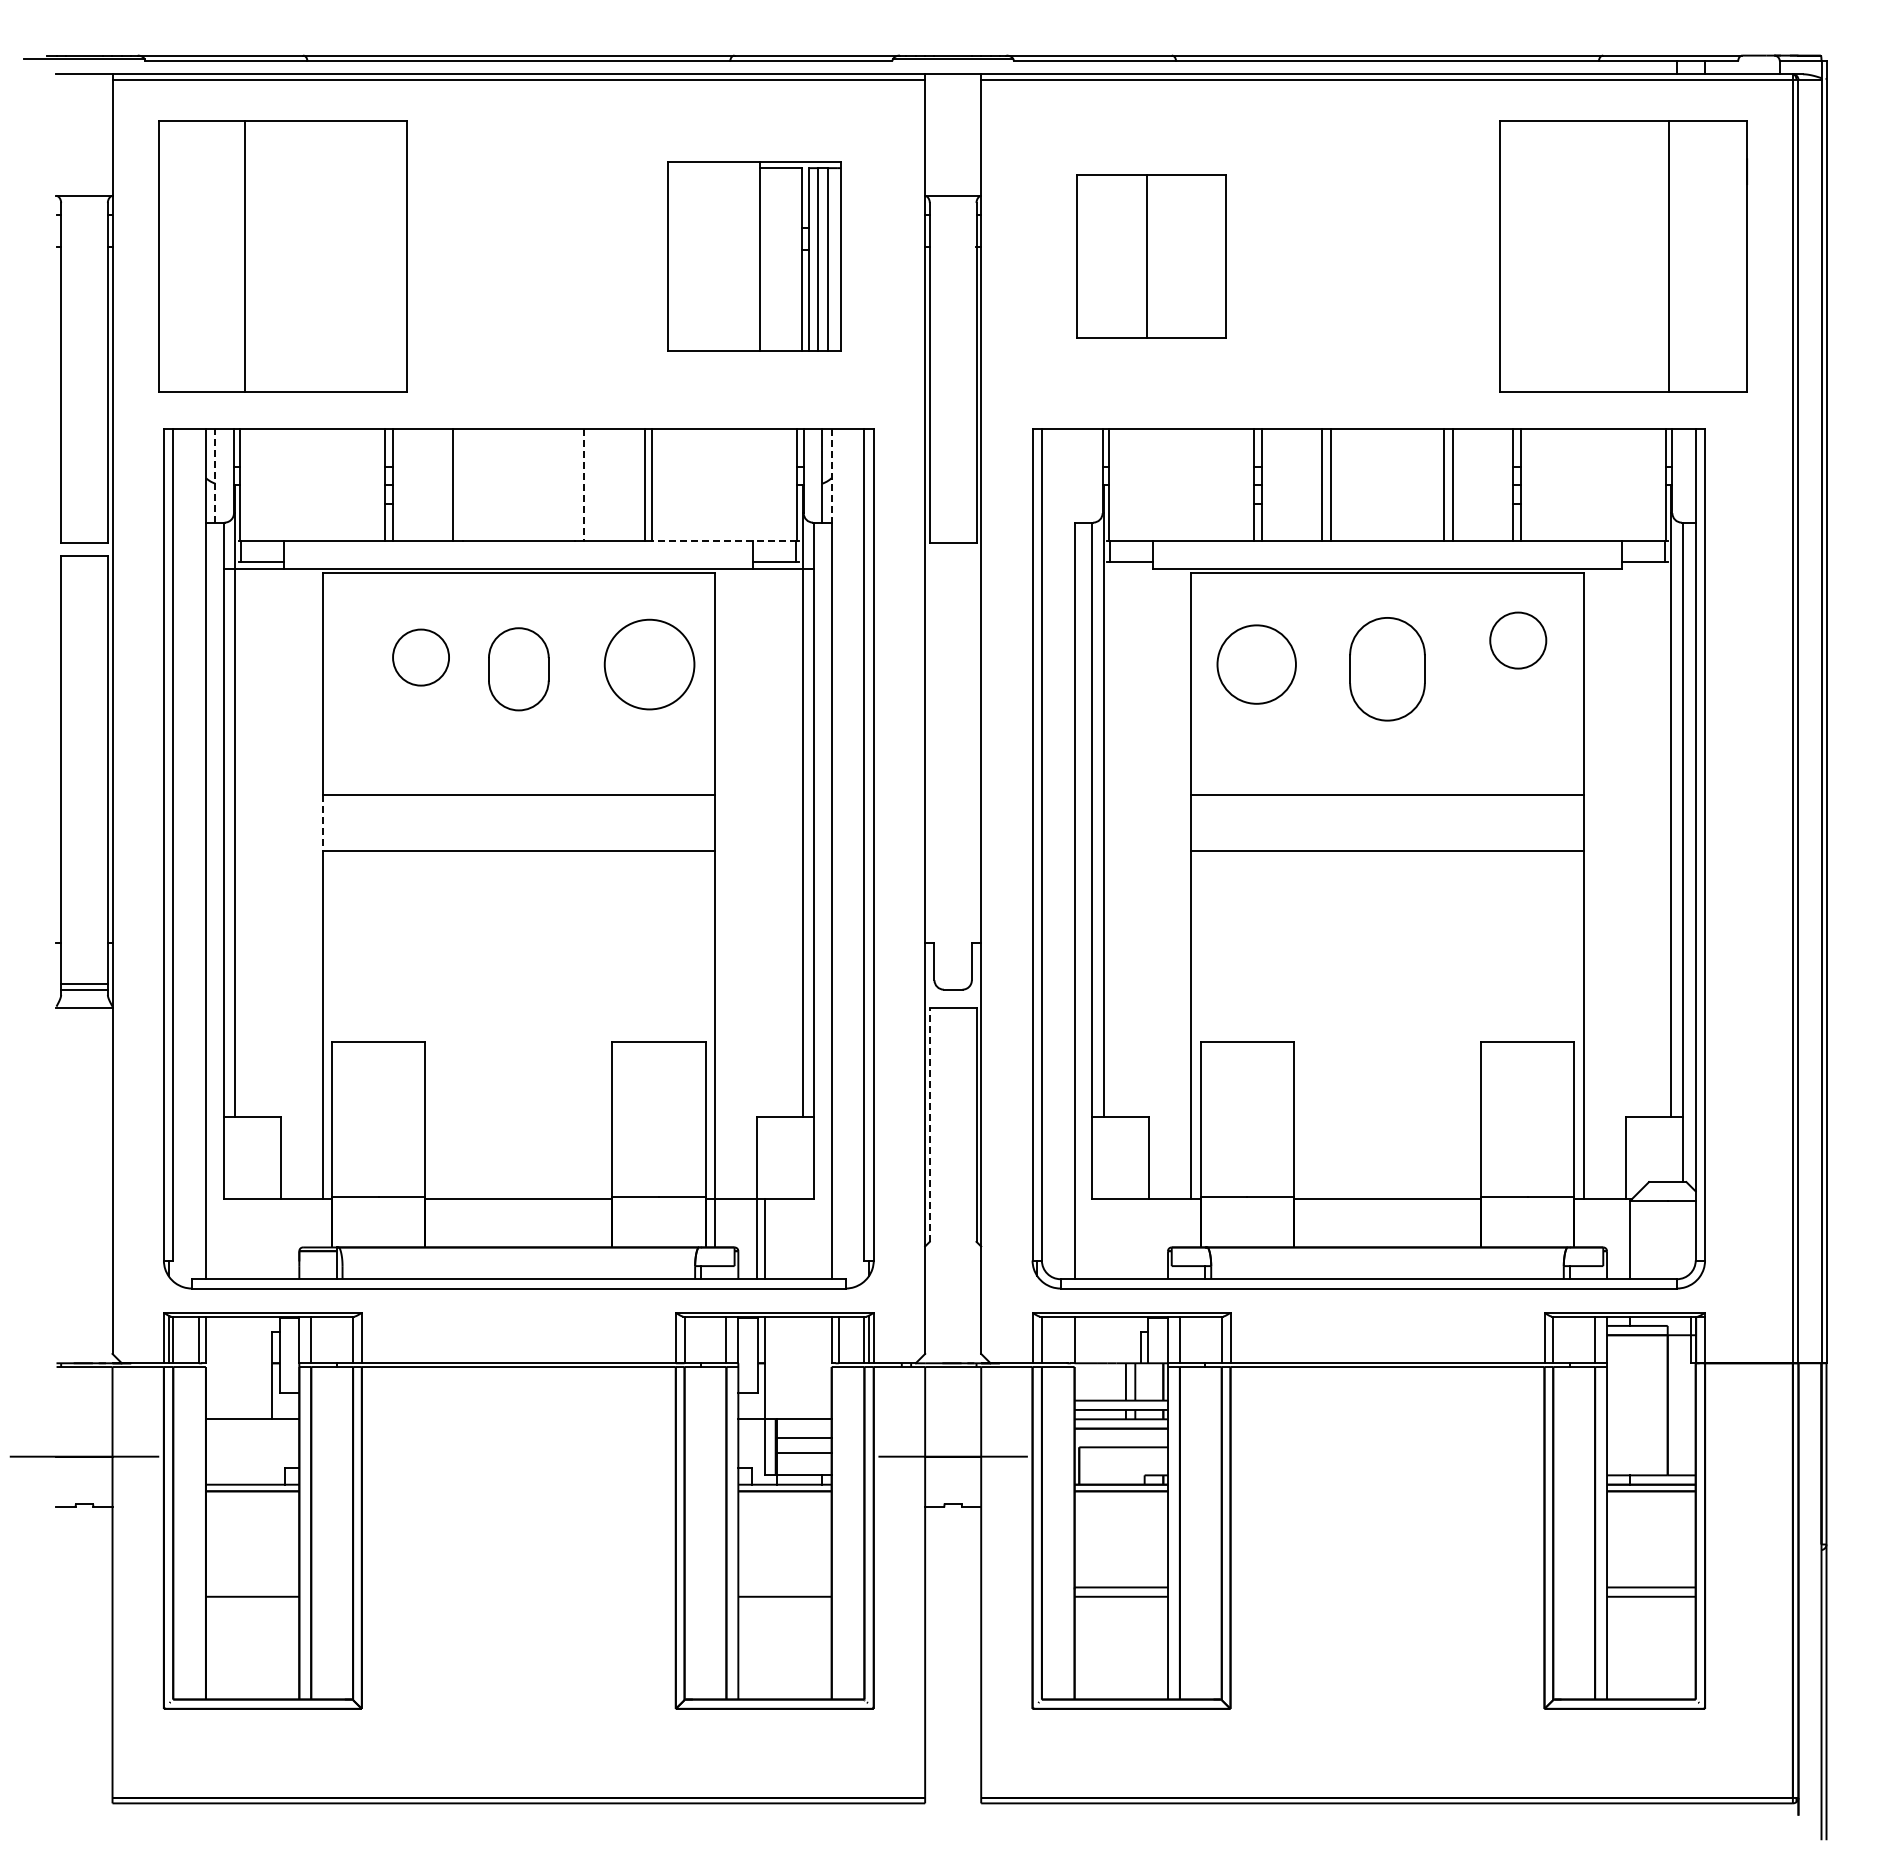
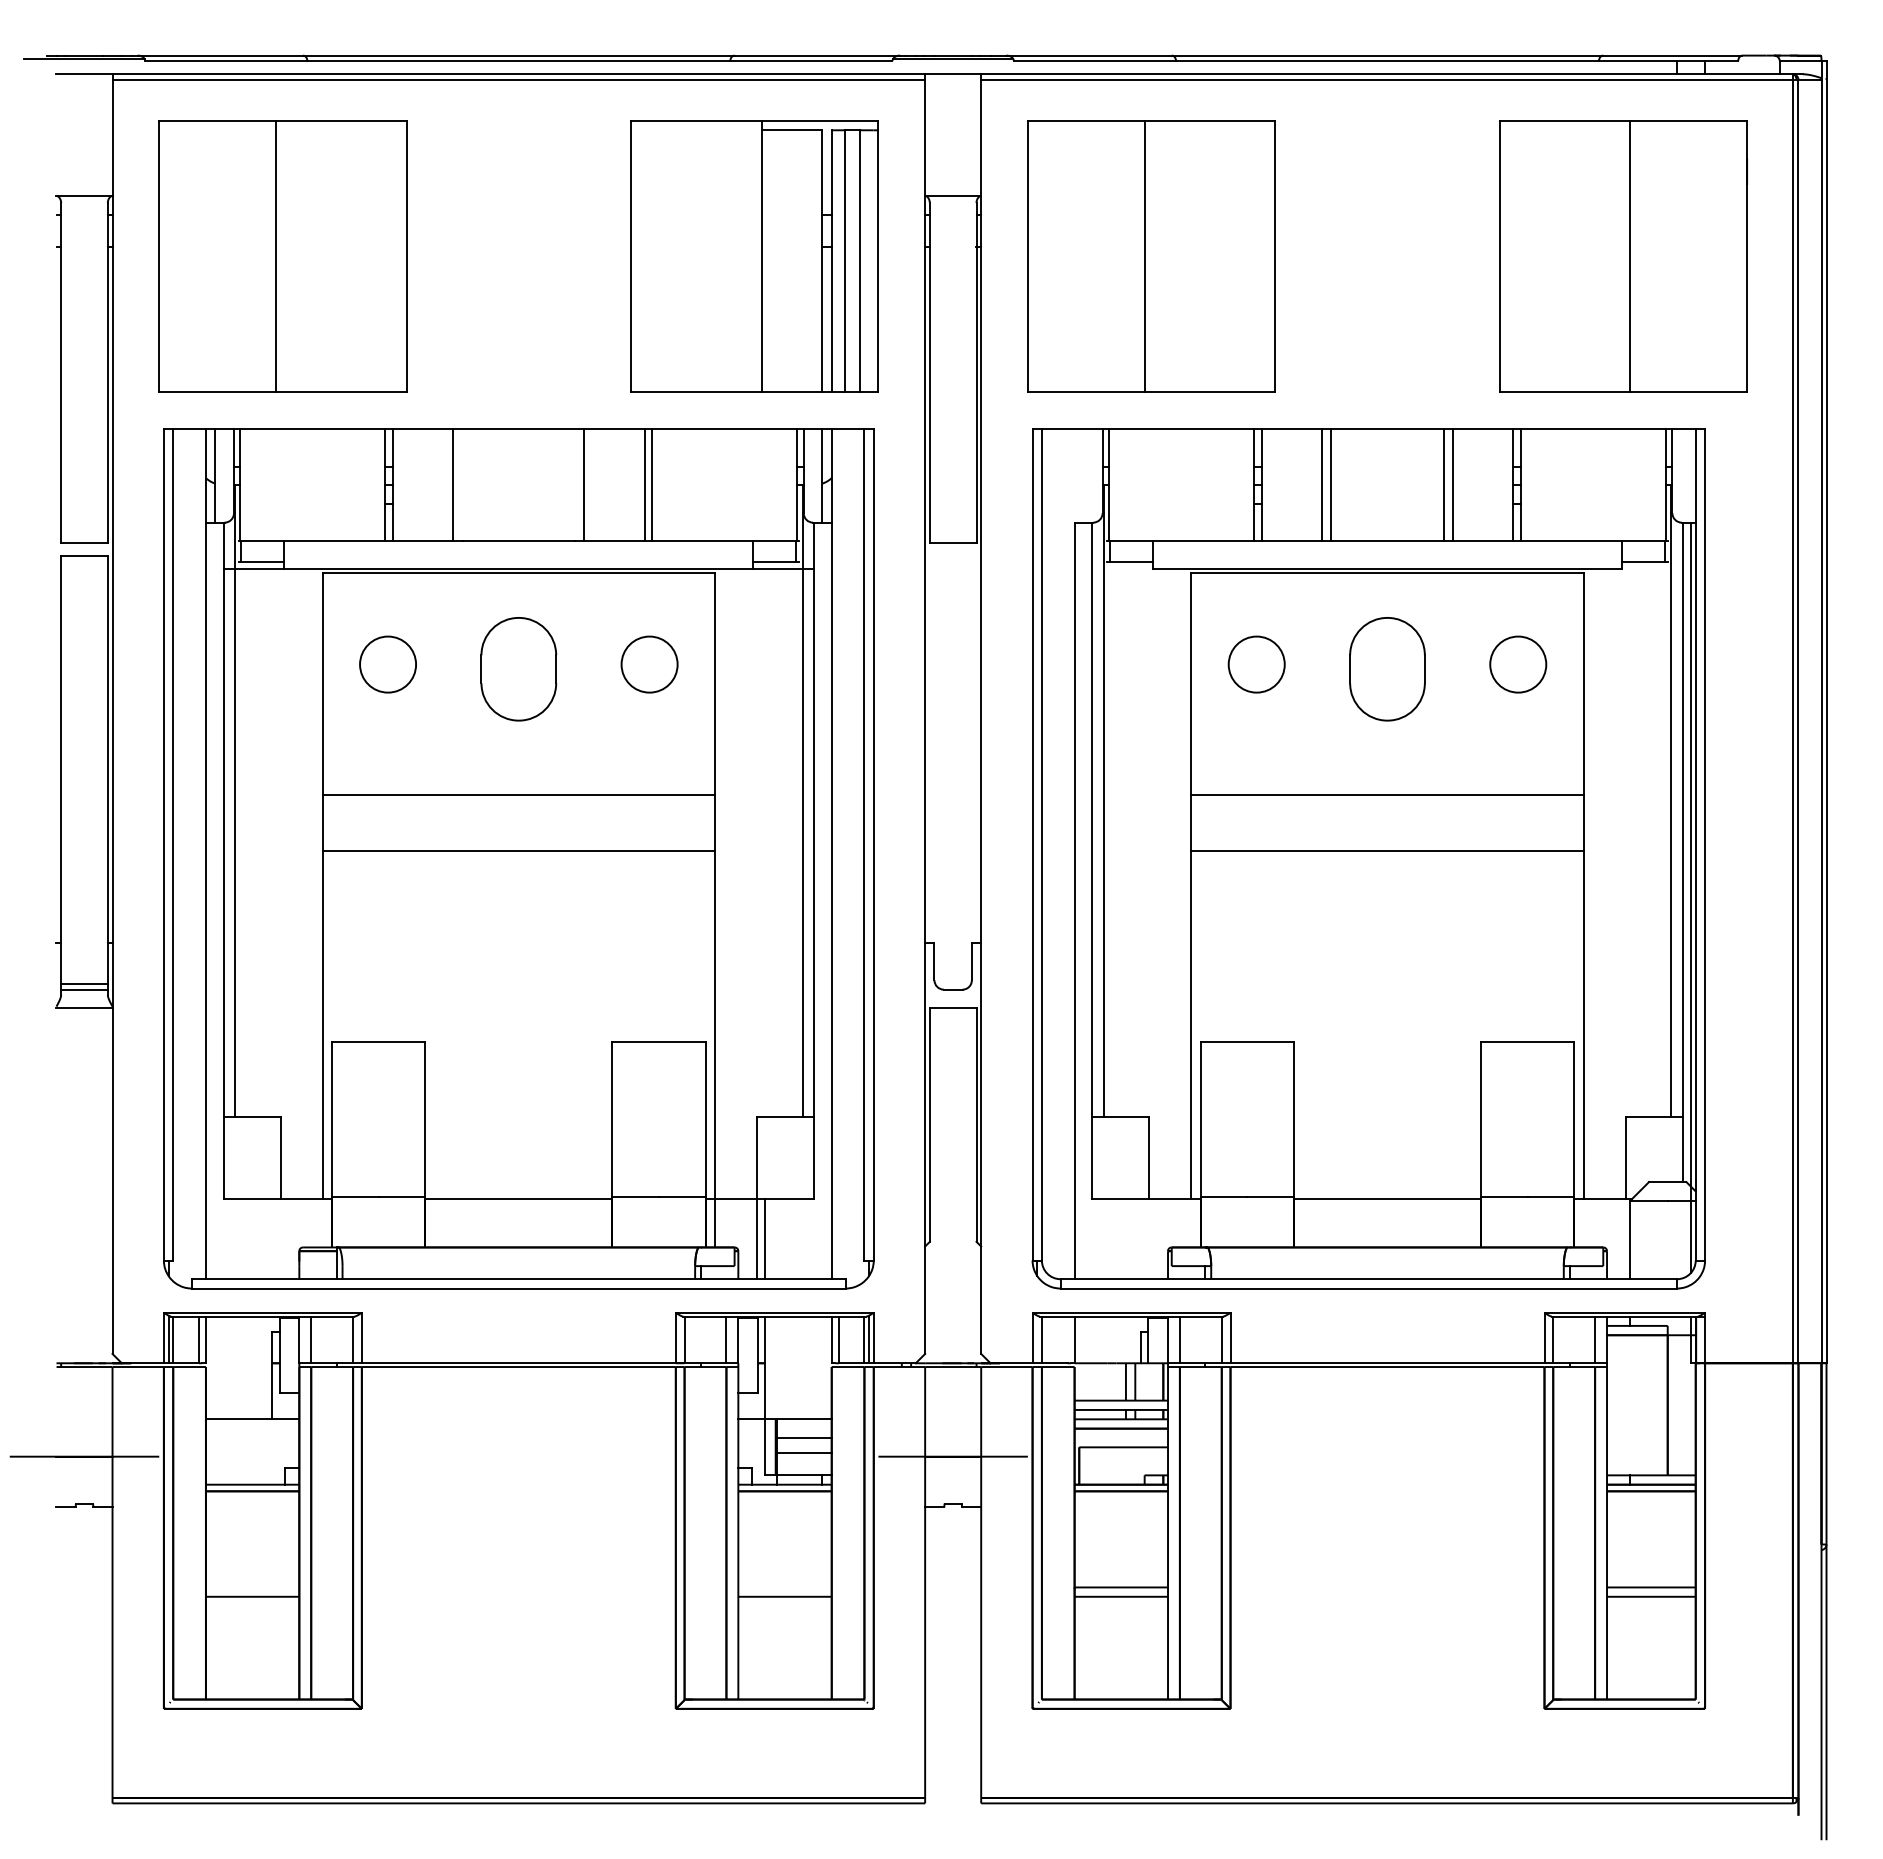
line at (244, 255) position: (244, 255) -> (275, 255)
line at (1669, 255) position: (1669, 255) -> (1630, 255)
part at (754, 256) size: 175x191 px -> 249x273 px
part at (1151, 256) size: 151x165 px -> 249x273 px
line at (215, 475): dashed -> solid
line at (831, 475): dashed -> solid
line at (584, 485): dashed -> solid
line at (724, 541): dashed -> solid
circle at (1518, 640) position: (1518, 640) -> (1518, 664)
circle at (420, 657) position: (420, 657) -> (387, 664)
circle at (649, 664) diameter: 90 px -> 56 px
circle at (1256, 664) diameter: 78 px -> 56 px
part at (518, 669) size: 62x85 px -> 78x105 px
line at (322, 823): dashed -> solid
line at (1691, 897): none -> present
line at (929, 1125): dashed -> solid
